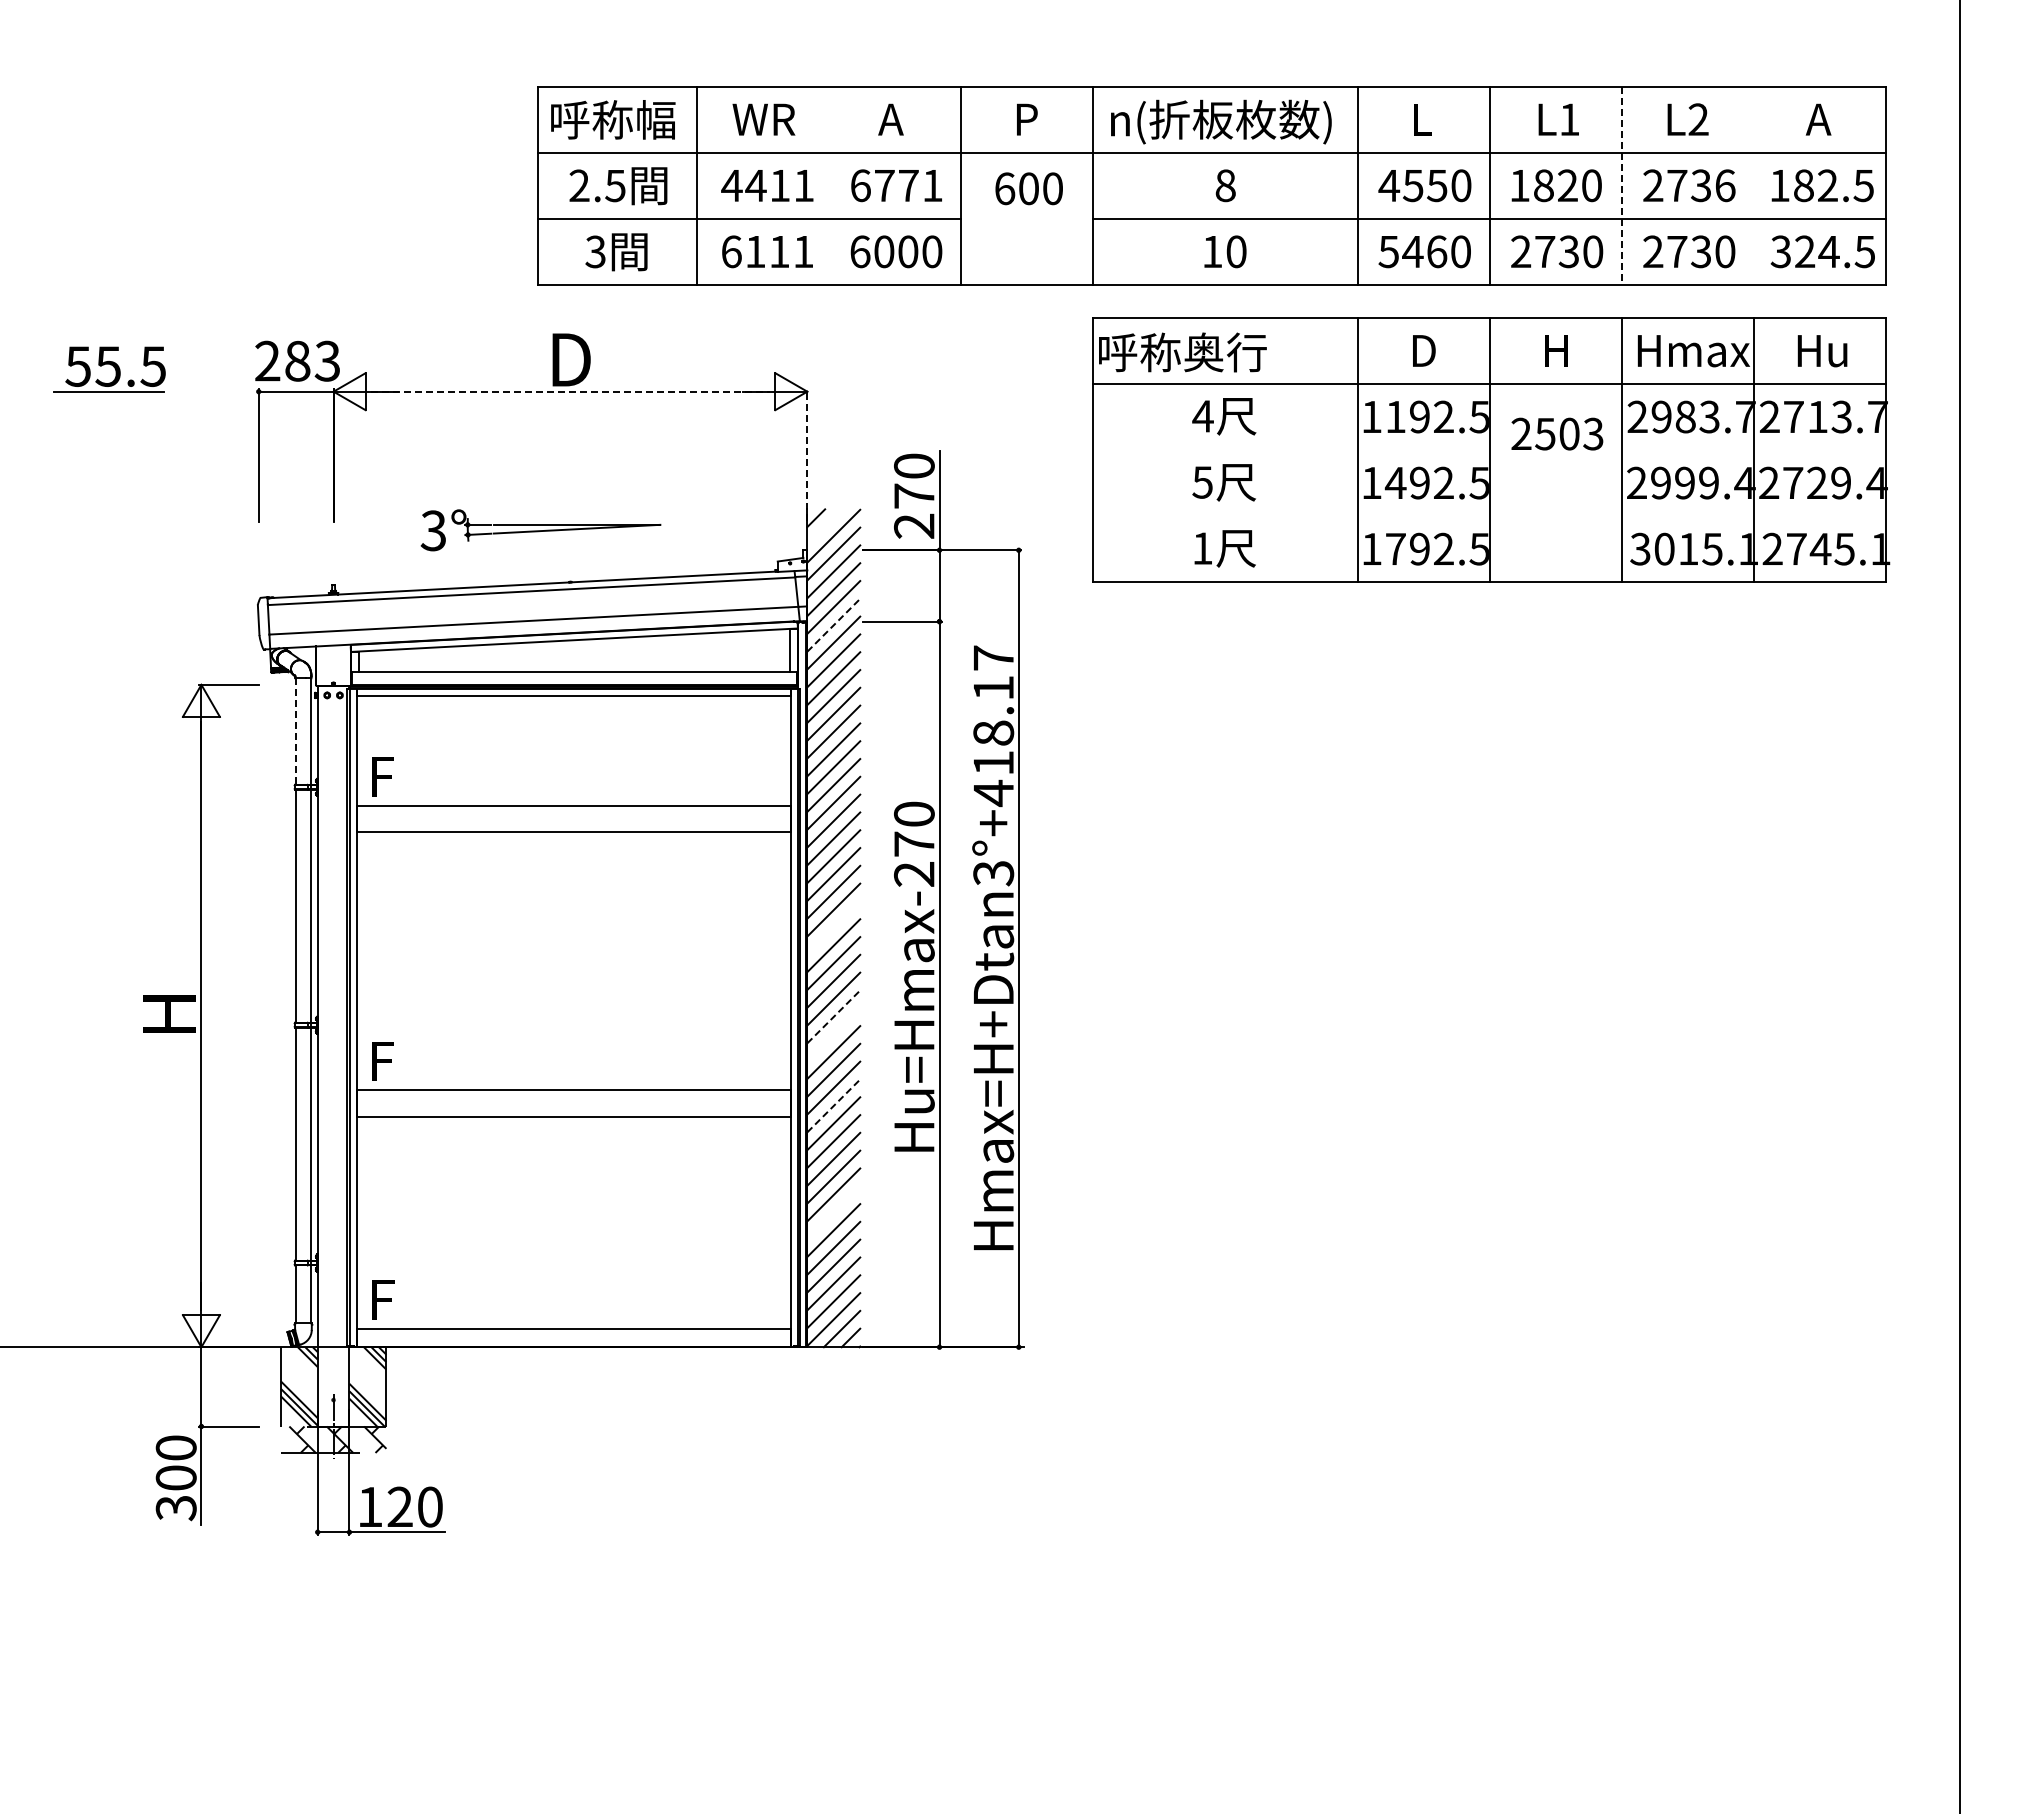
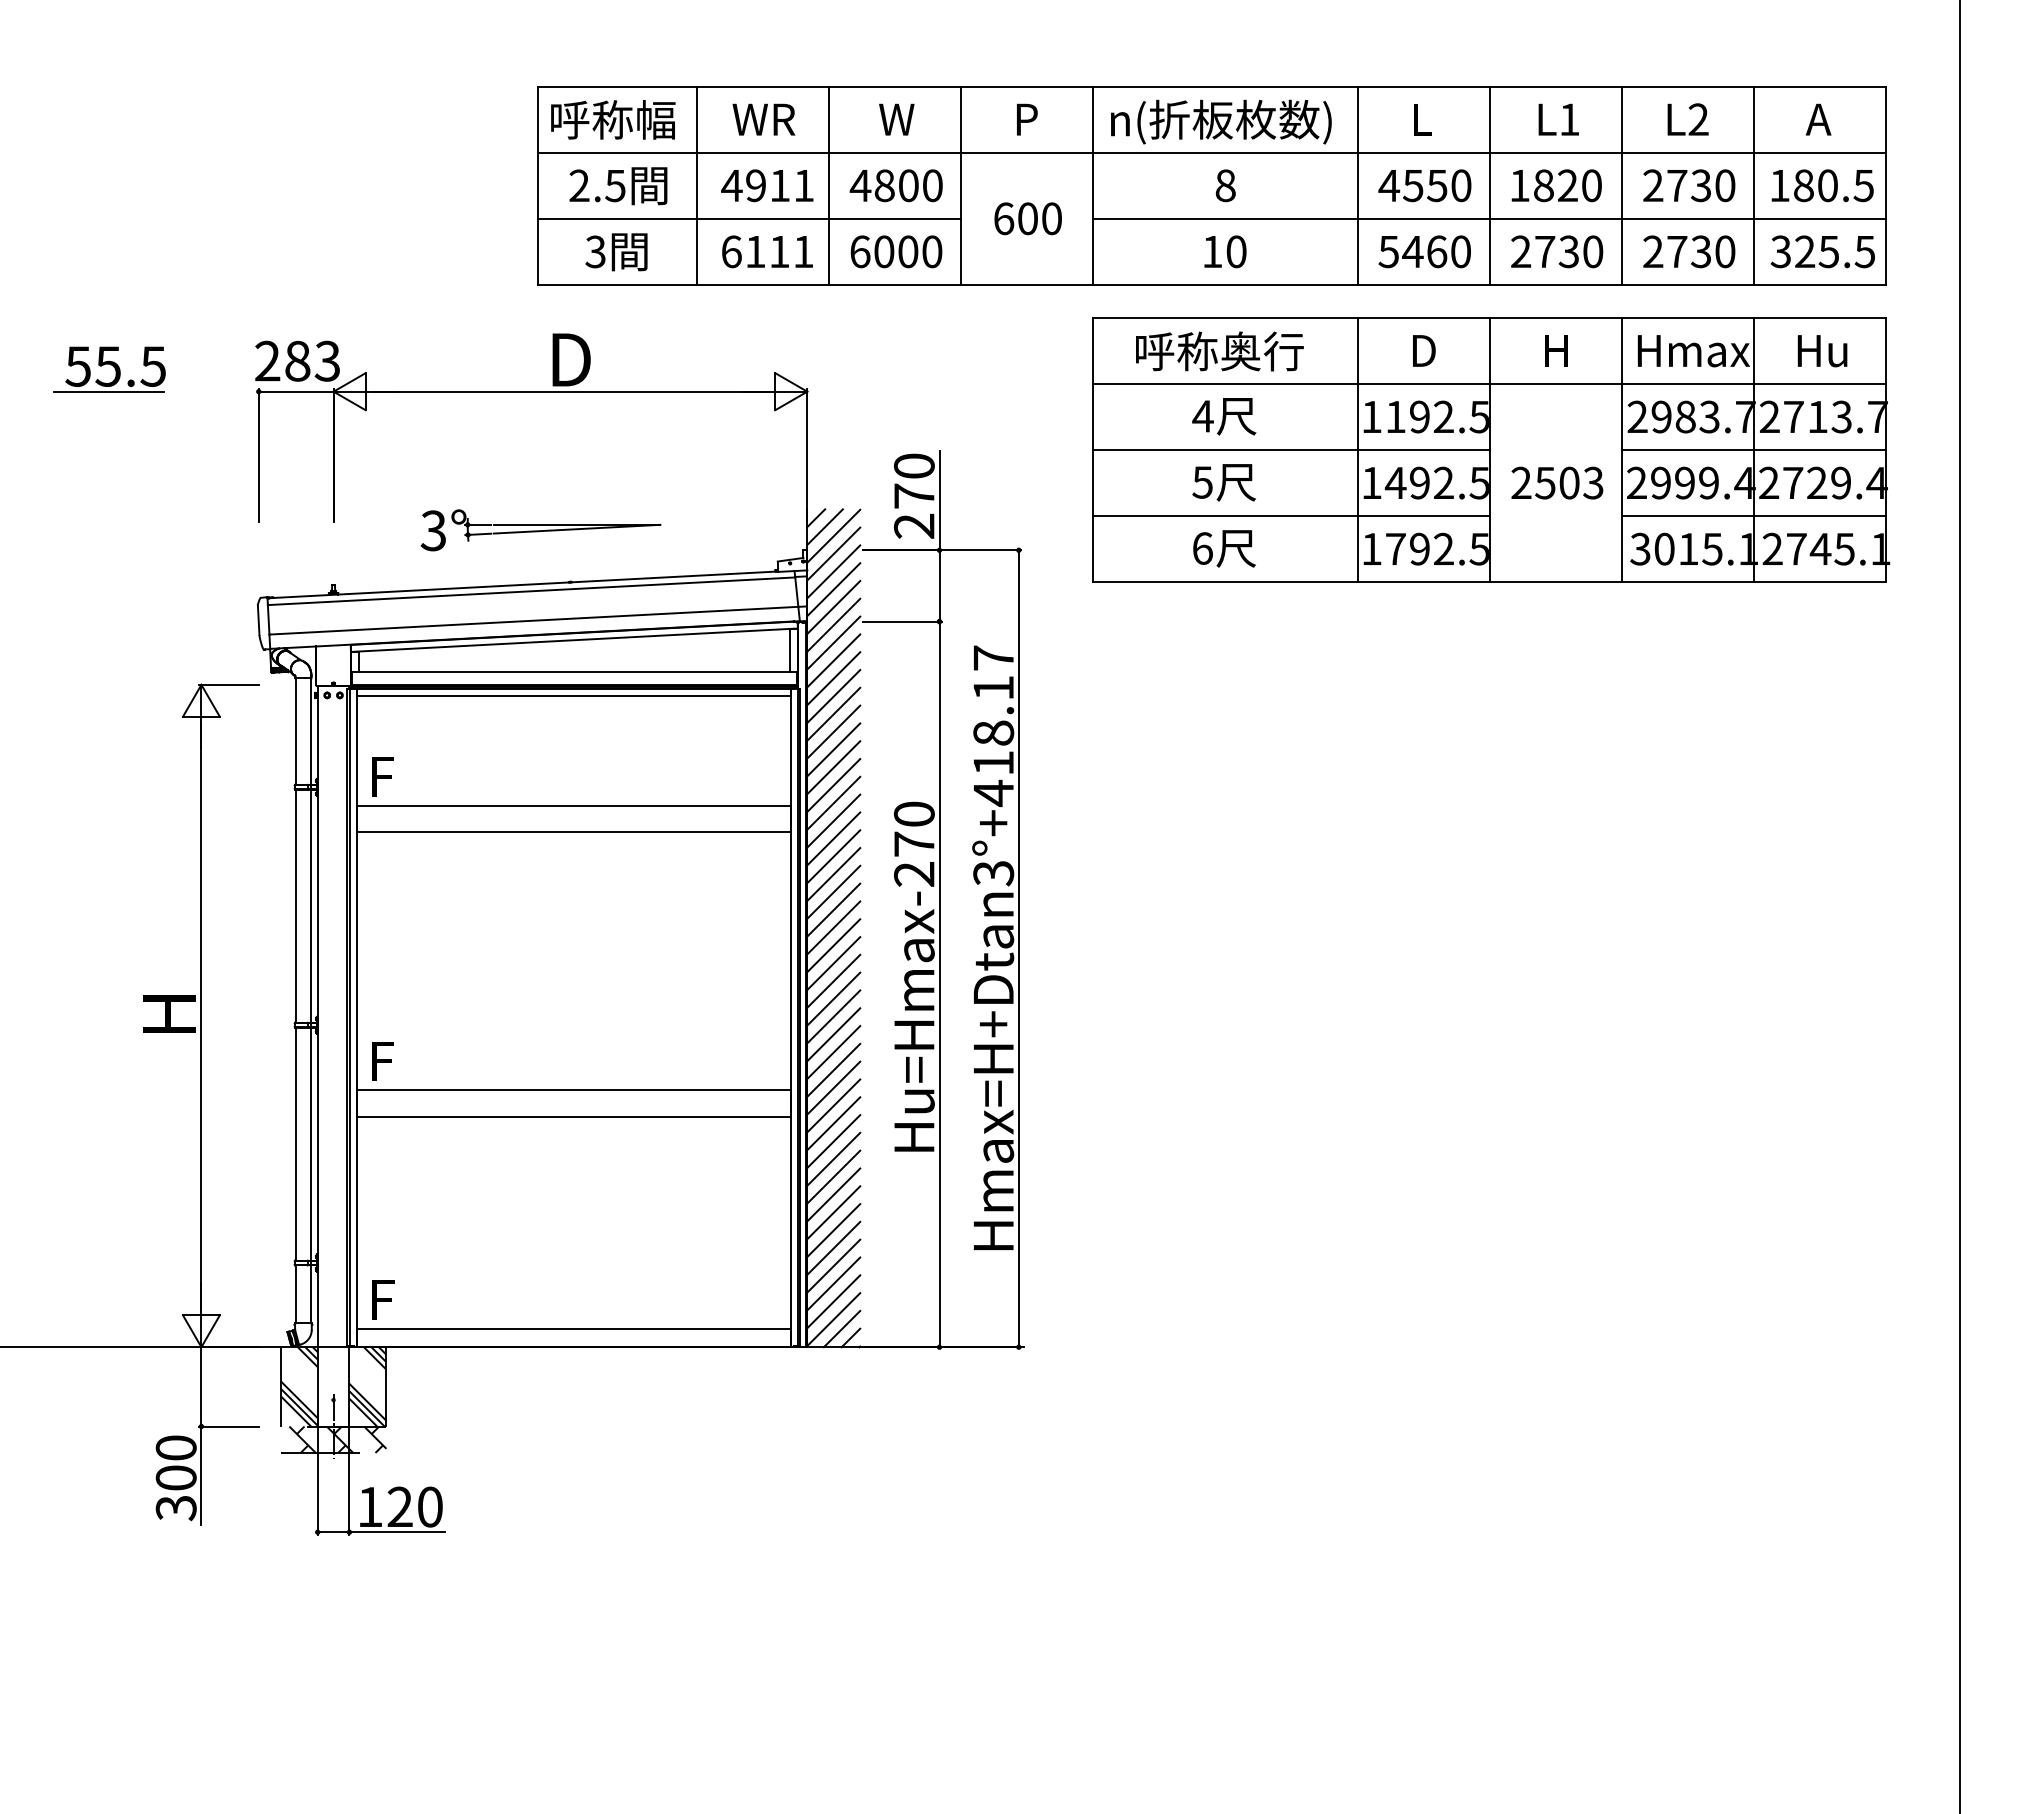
text at (896, 119): A -> W
text at (755, 185): 4411 -> 4911
line at (828, 185): none -> present
text at (895, 185): 6771 -> 4800
text at (1725, 185): 2736 -> 2730
line at (1753, 185): none -> present
text at (1827, 185): 182.5 -> 180.5
line at (1621, 186): dashed -> solid
text at (1028, 188) position: (1028, 188) -> (1027, 218)
text at (1828, 252): 324.5 -> 325.5
text at (1182, 352) position: (1182, 352) -> (1219, 351)
line at (570, 391): dashed -> solid
text at (1557, 433) position: (1557, 433) -> (1557, 482)
line at (1291, 450): none -> present
line at (1753, 450): none -> present
line at (807, 454): dashed -> solid
line at (1291, 516): none -> present
line at (1753, 516): none -> present
line at (824, 526): none -> present
text at (1202, 548): 1 -> 6
line at (834, 624): dashed -> solid
line at (295, 732): dashed -> solid
line at (833, 927): none -> present
line at (834, 1016): dashed -> solid
line at (833, 1034): none -> present
line at (834, 1105): dashed -> solid
line at (833, 1212): none -> present
